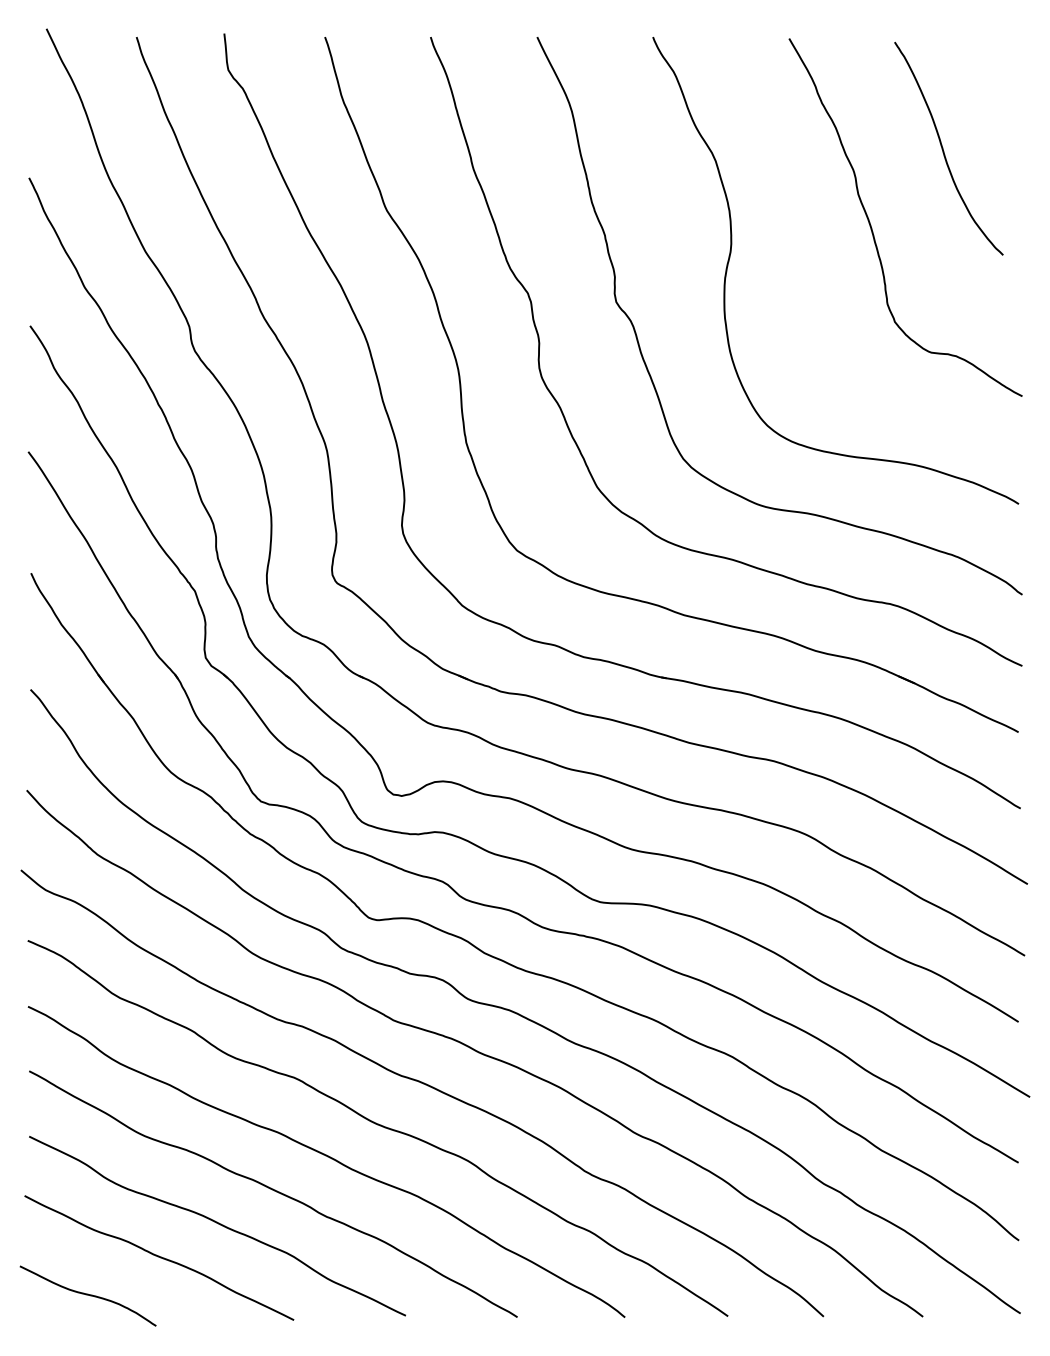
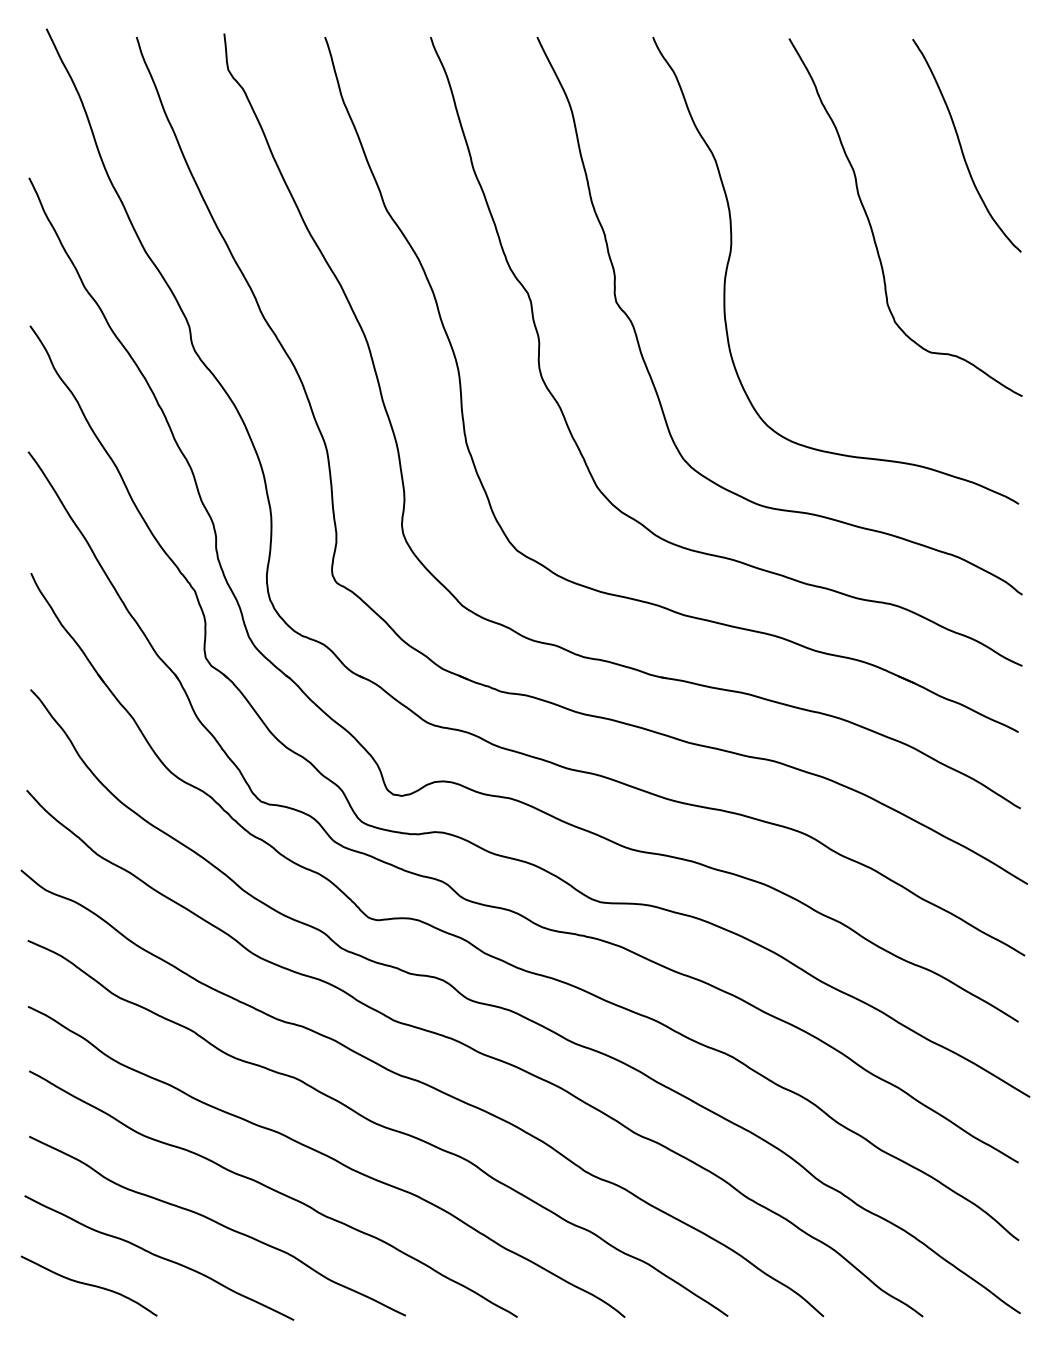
curve at (943, 148) position: (943, 148) -> (961, 145)
curve at (87, 1295) position: (87, 1295) -> (88, 1285)
